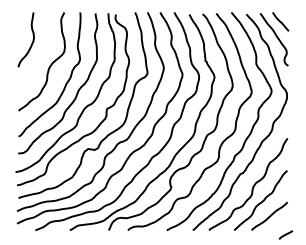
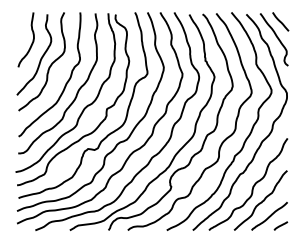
curve at (40, 58): none -> present
line at (285, 234) position: (285, 234) -> (280, 225)
